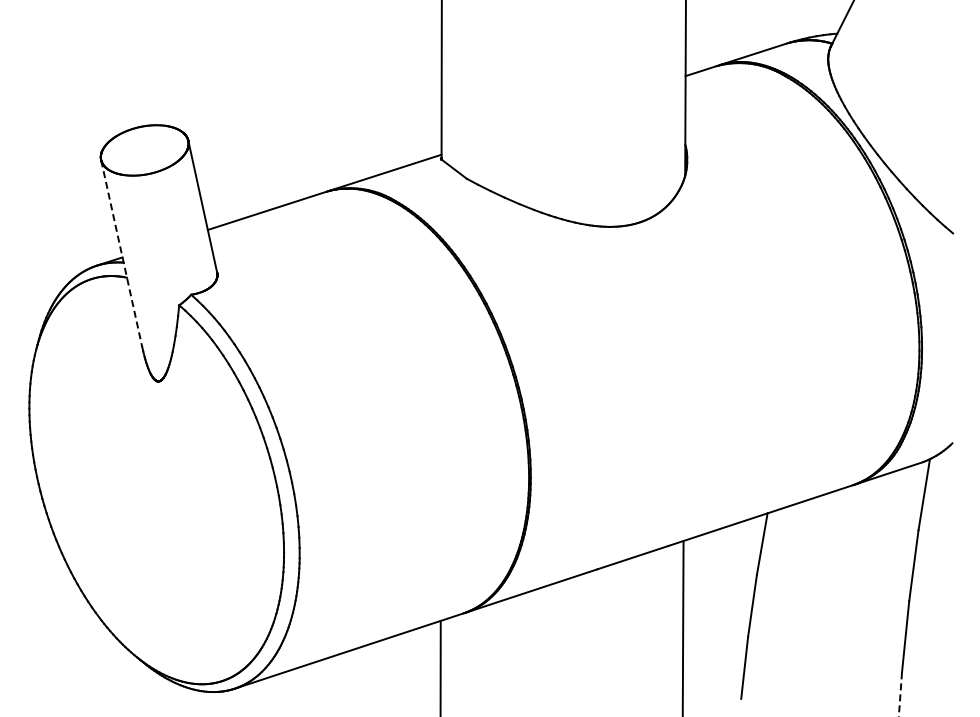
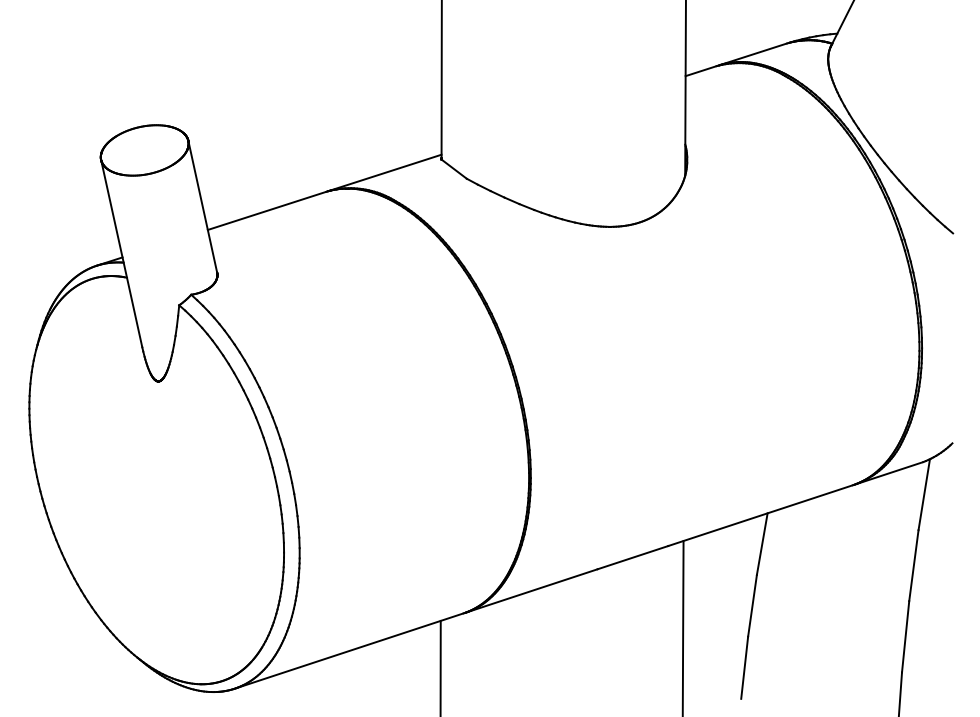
line at (121, 253): dashed -> solid
line at (900, 694): dashed -> solid
